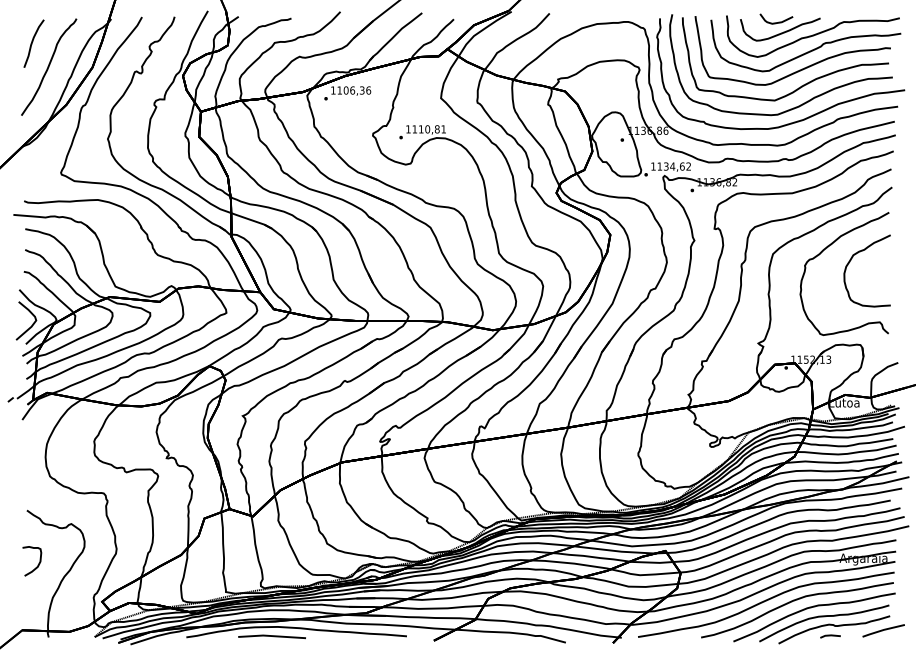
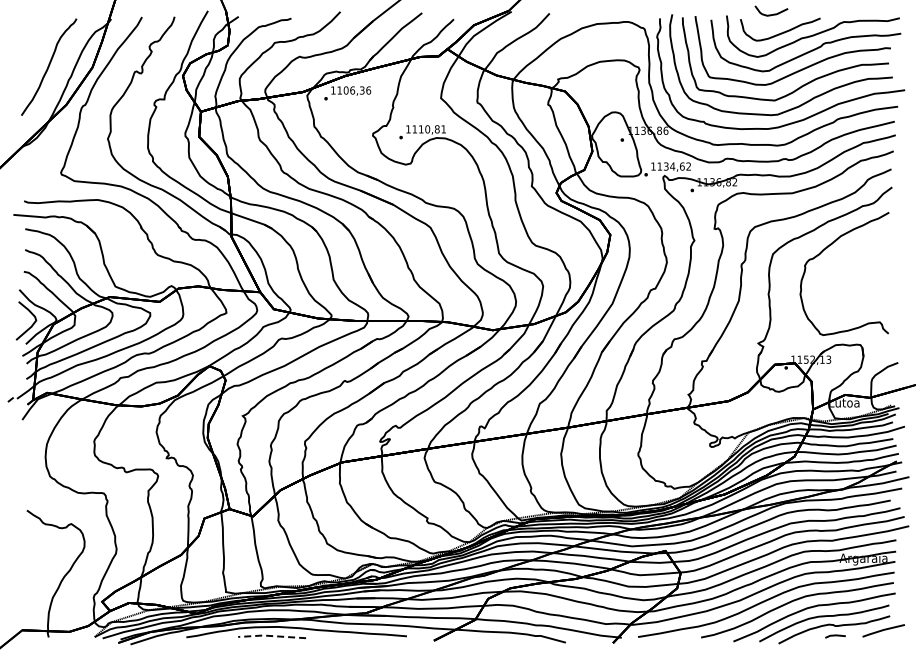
curve at (778, 21) position: (778, 21) -> (773, 13)
curve at (32, 43): present -> none
curve at (850, 262): present -> none
curve at (38, 563): present -> none
line at (270, 636): solid -> dashed
line at (830, 636) position: (830, 636) -> (835, 636)
